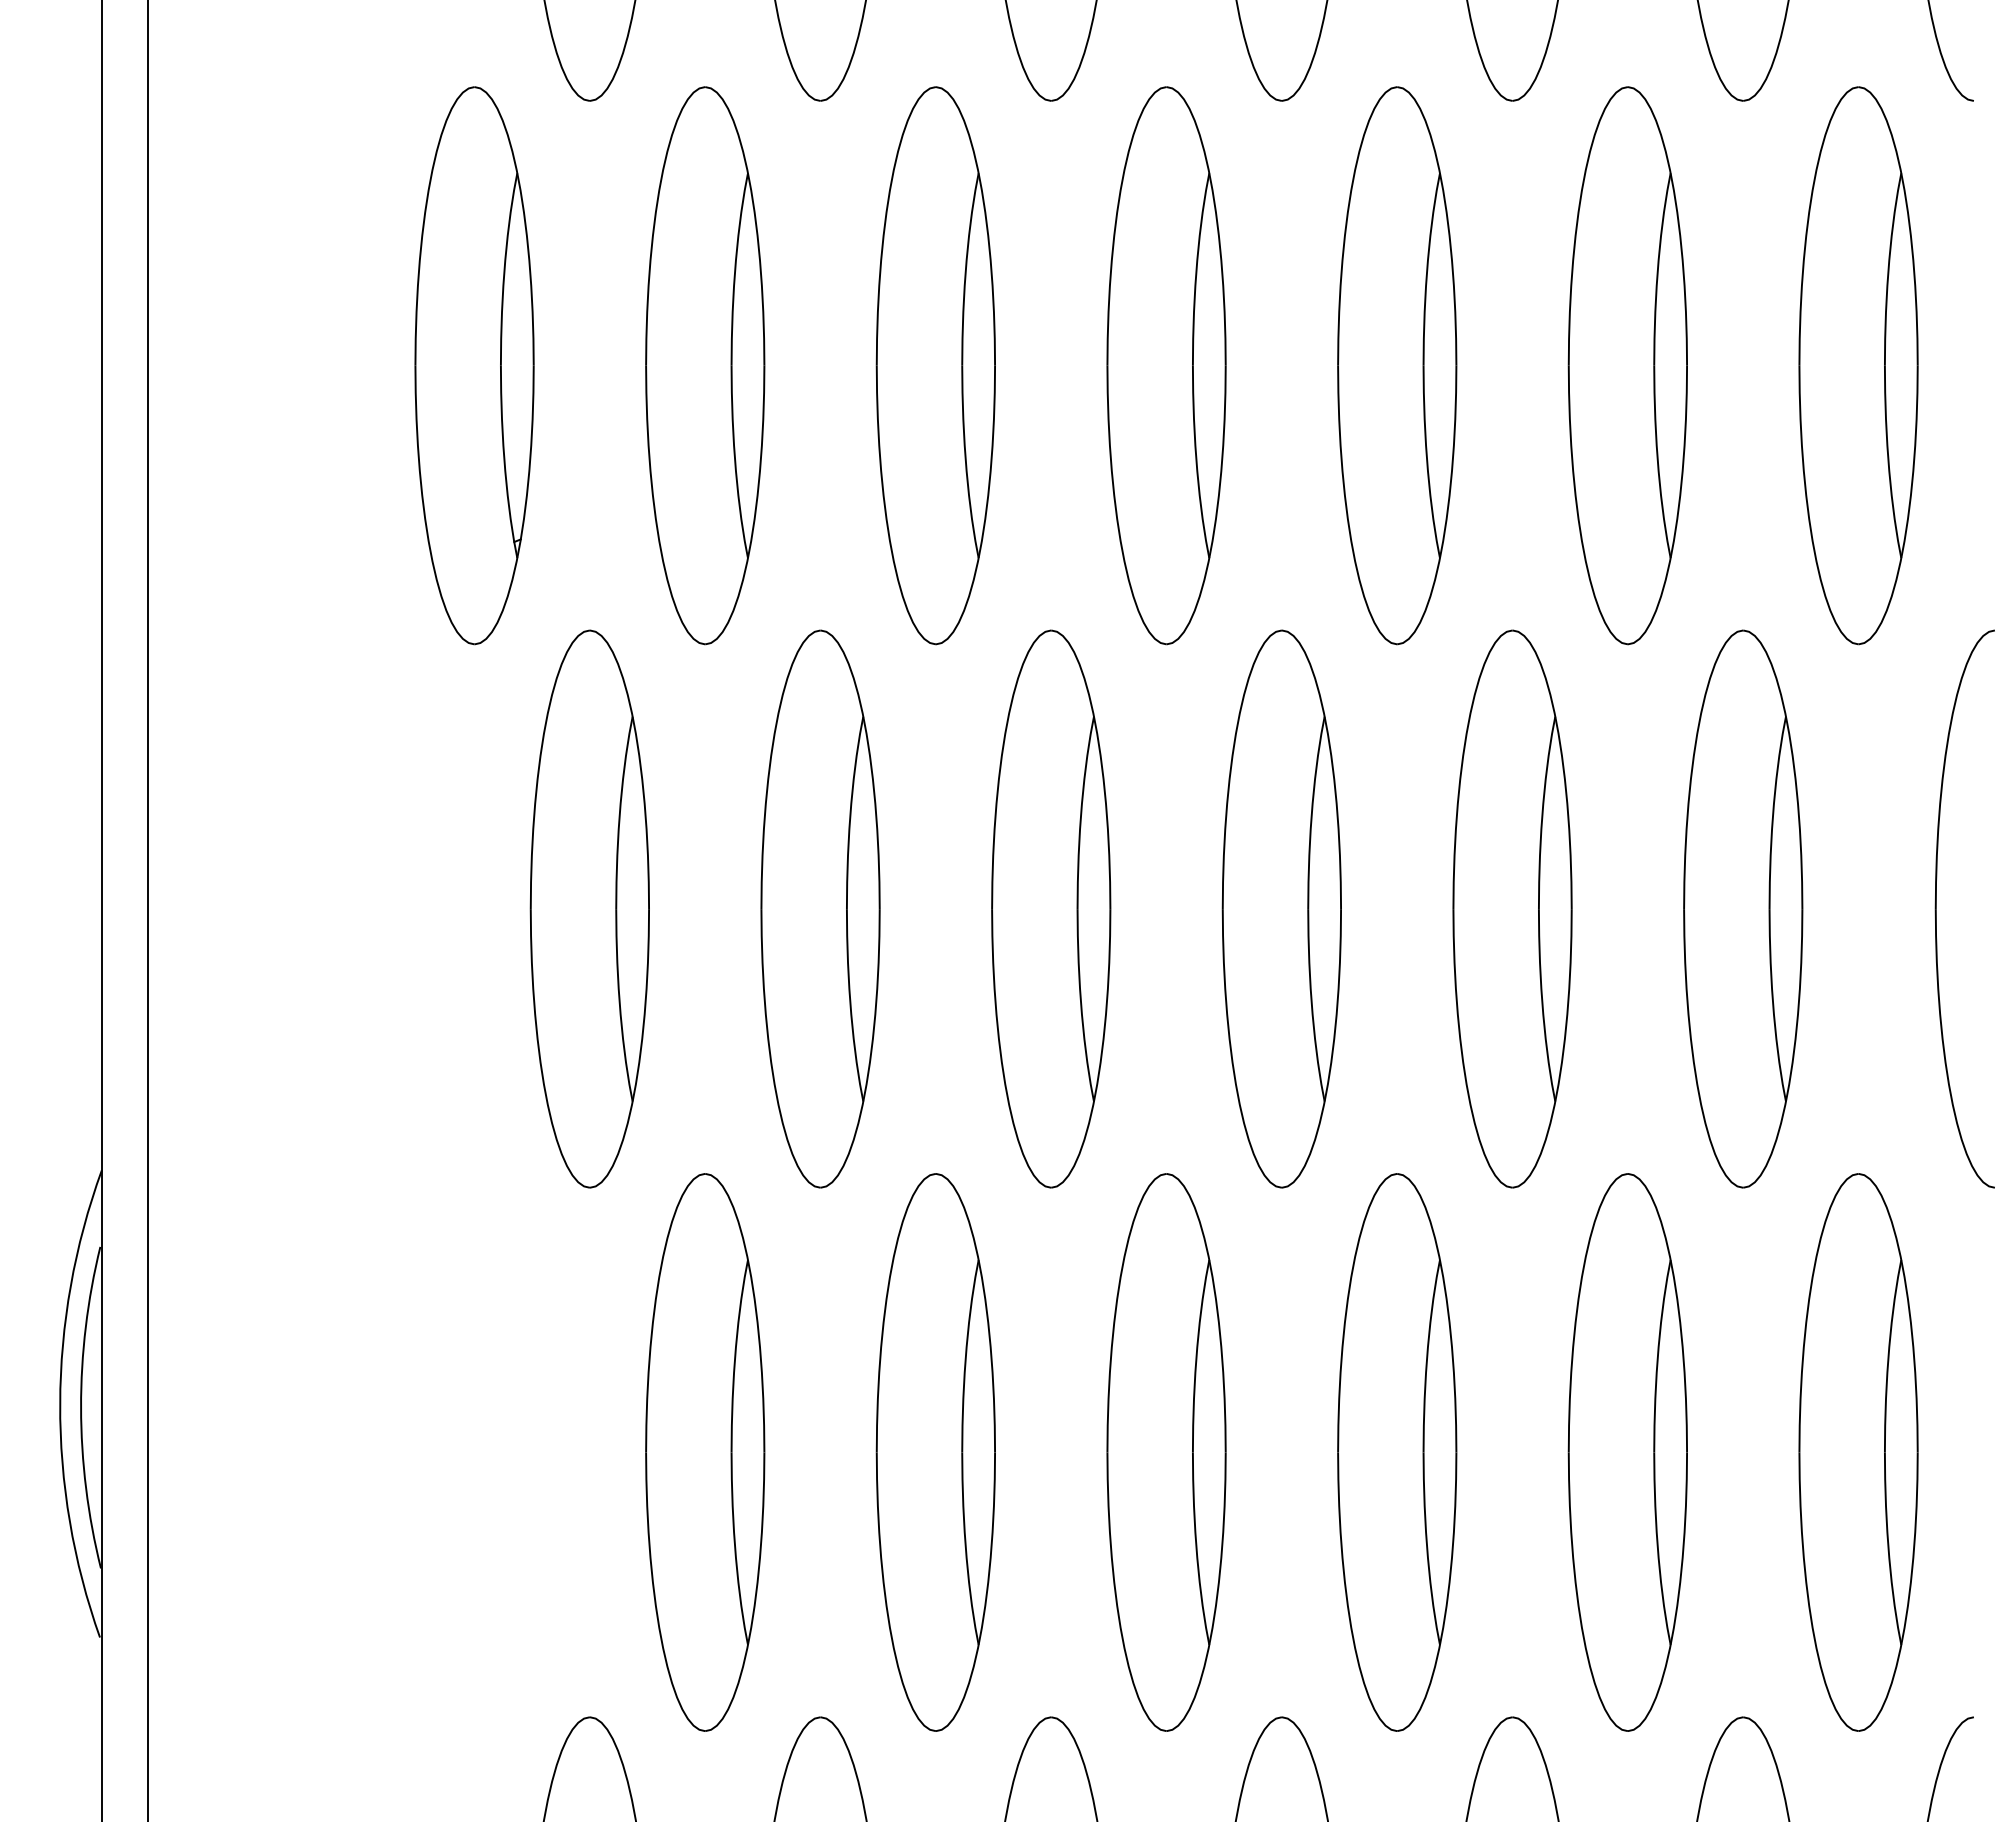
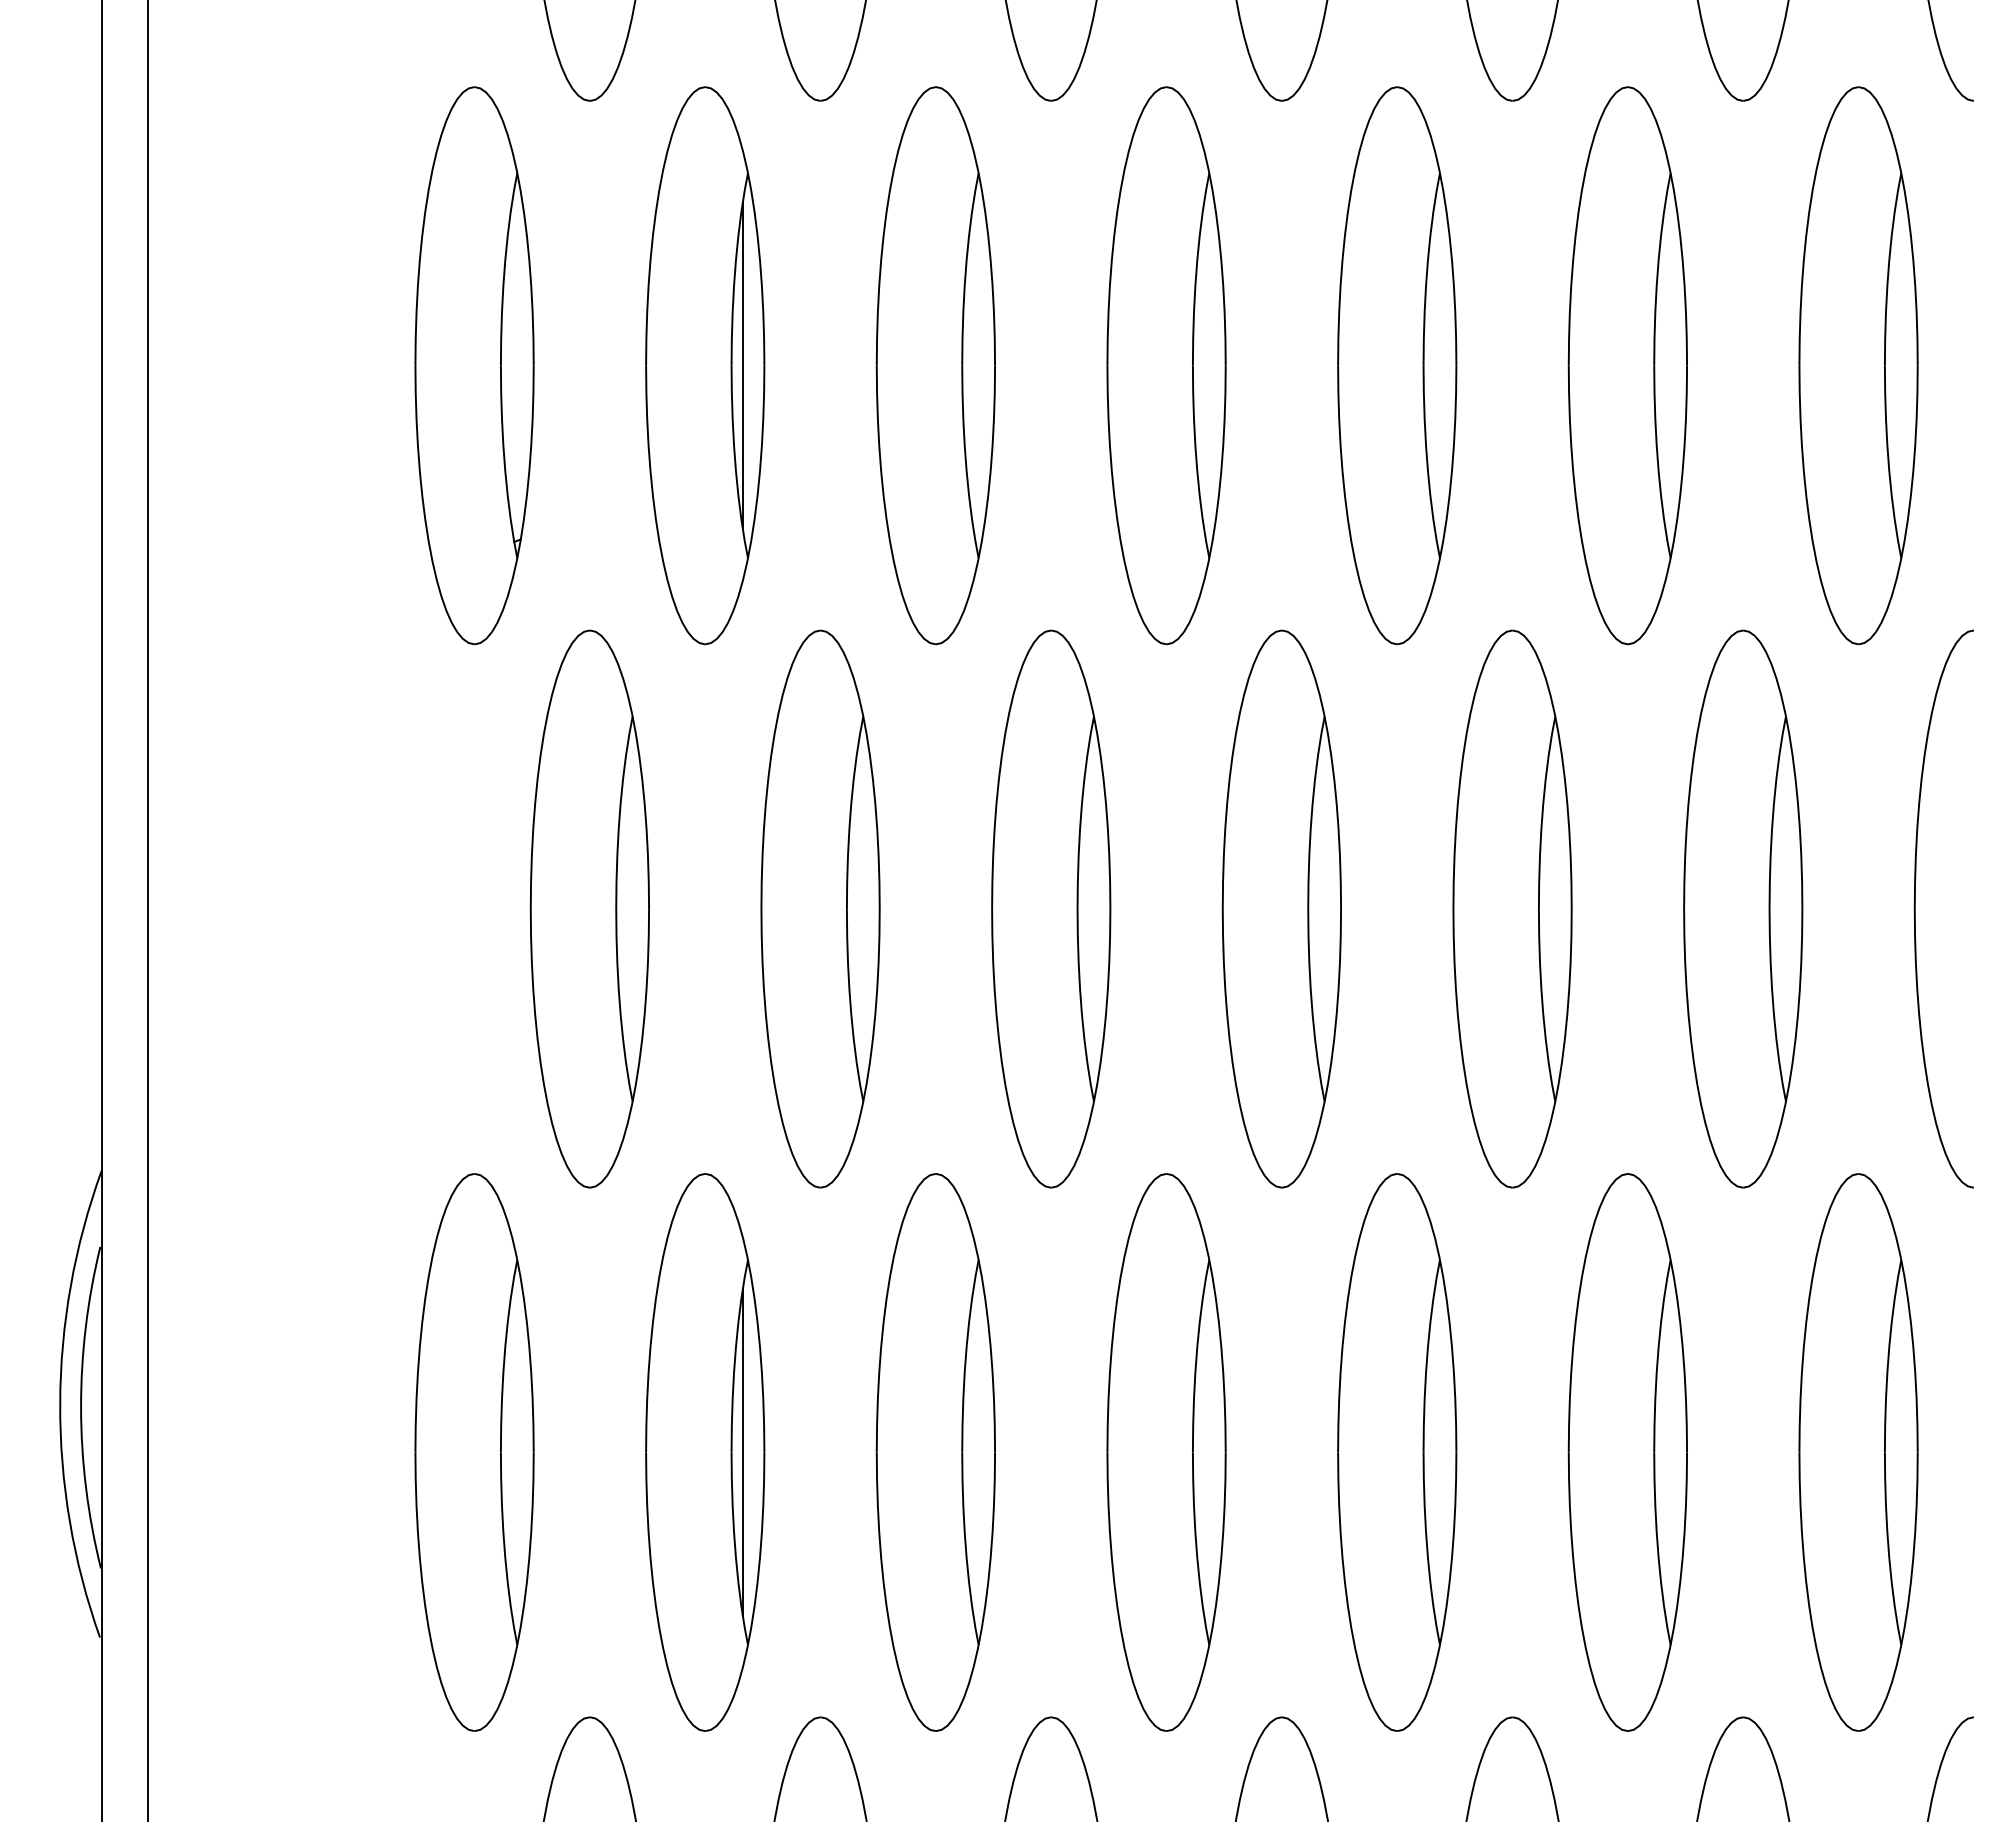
line at (742, 365): none -> present
part at (1936, 908) position: (1936, 908) -> (1915, 908)
part at (474, 1452): none -> present
line at (742, 1452): none -> present
